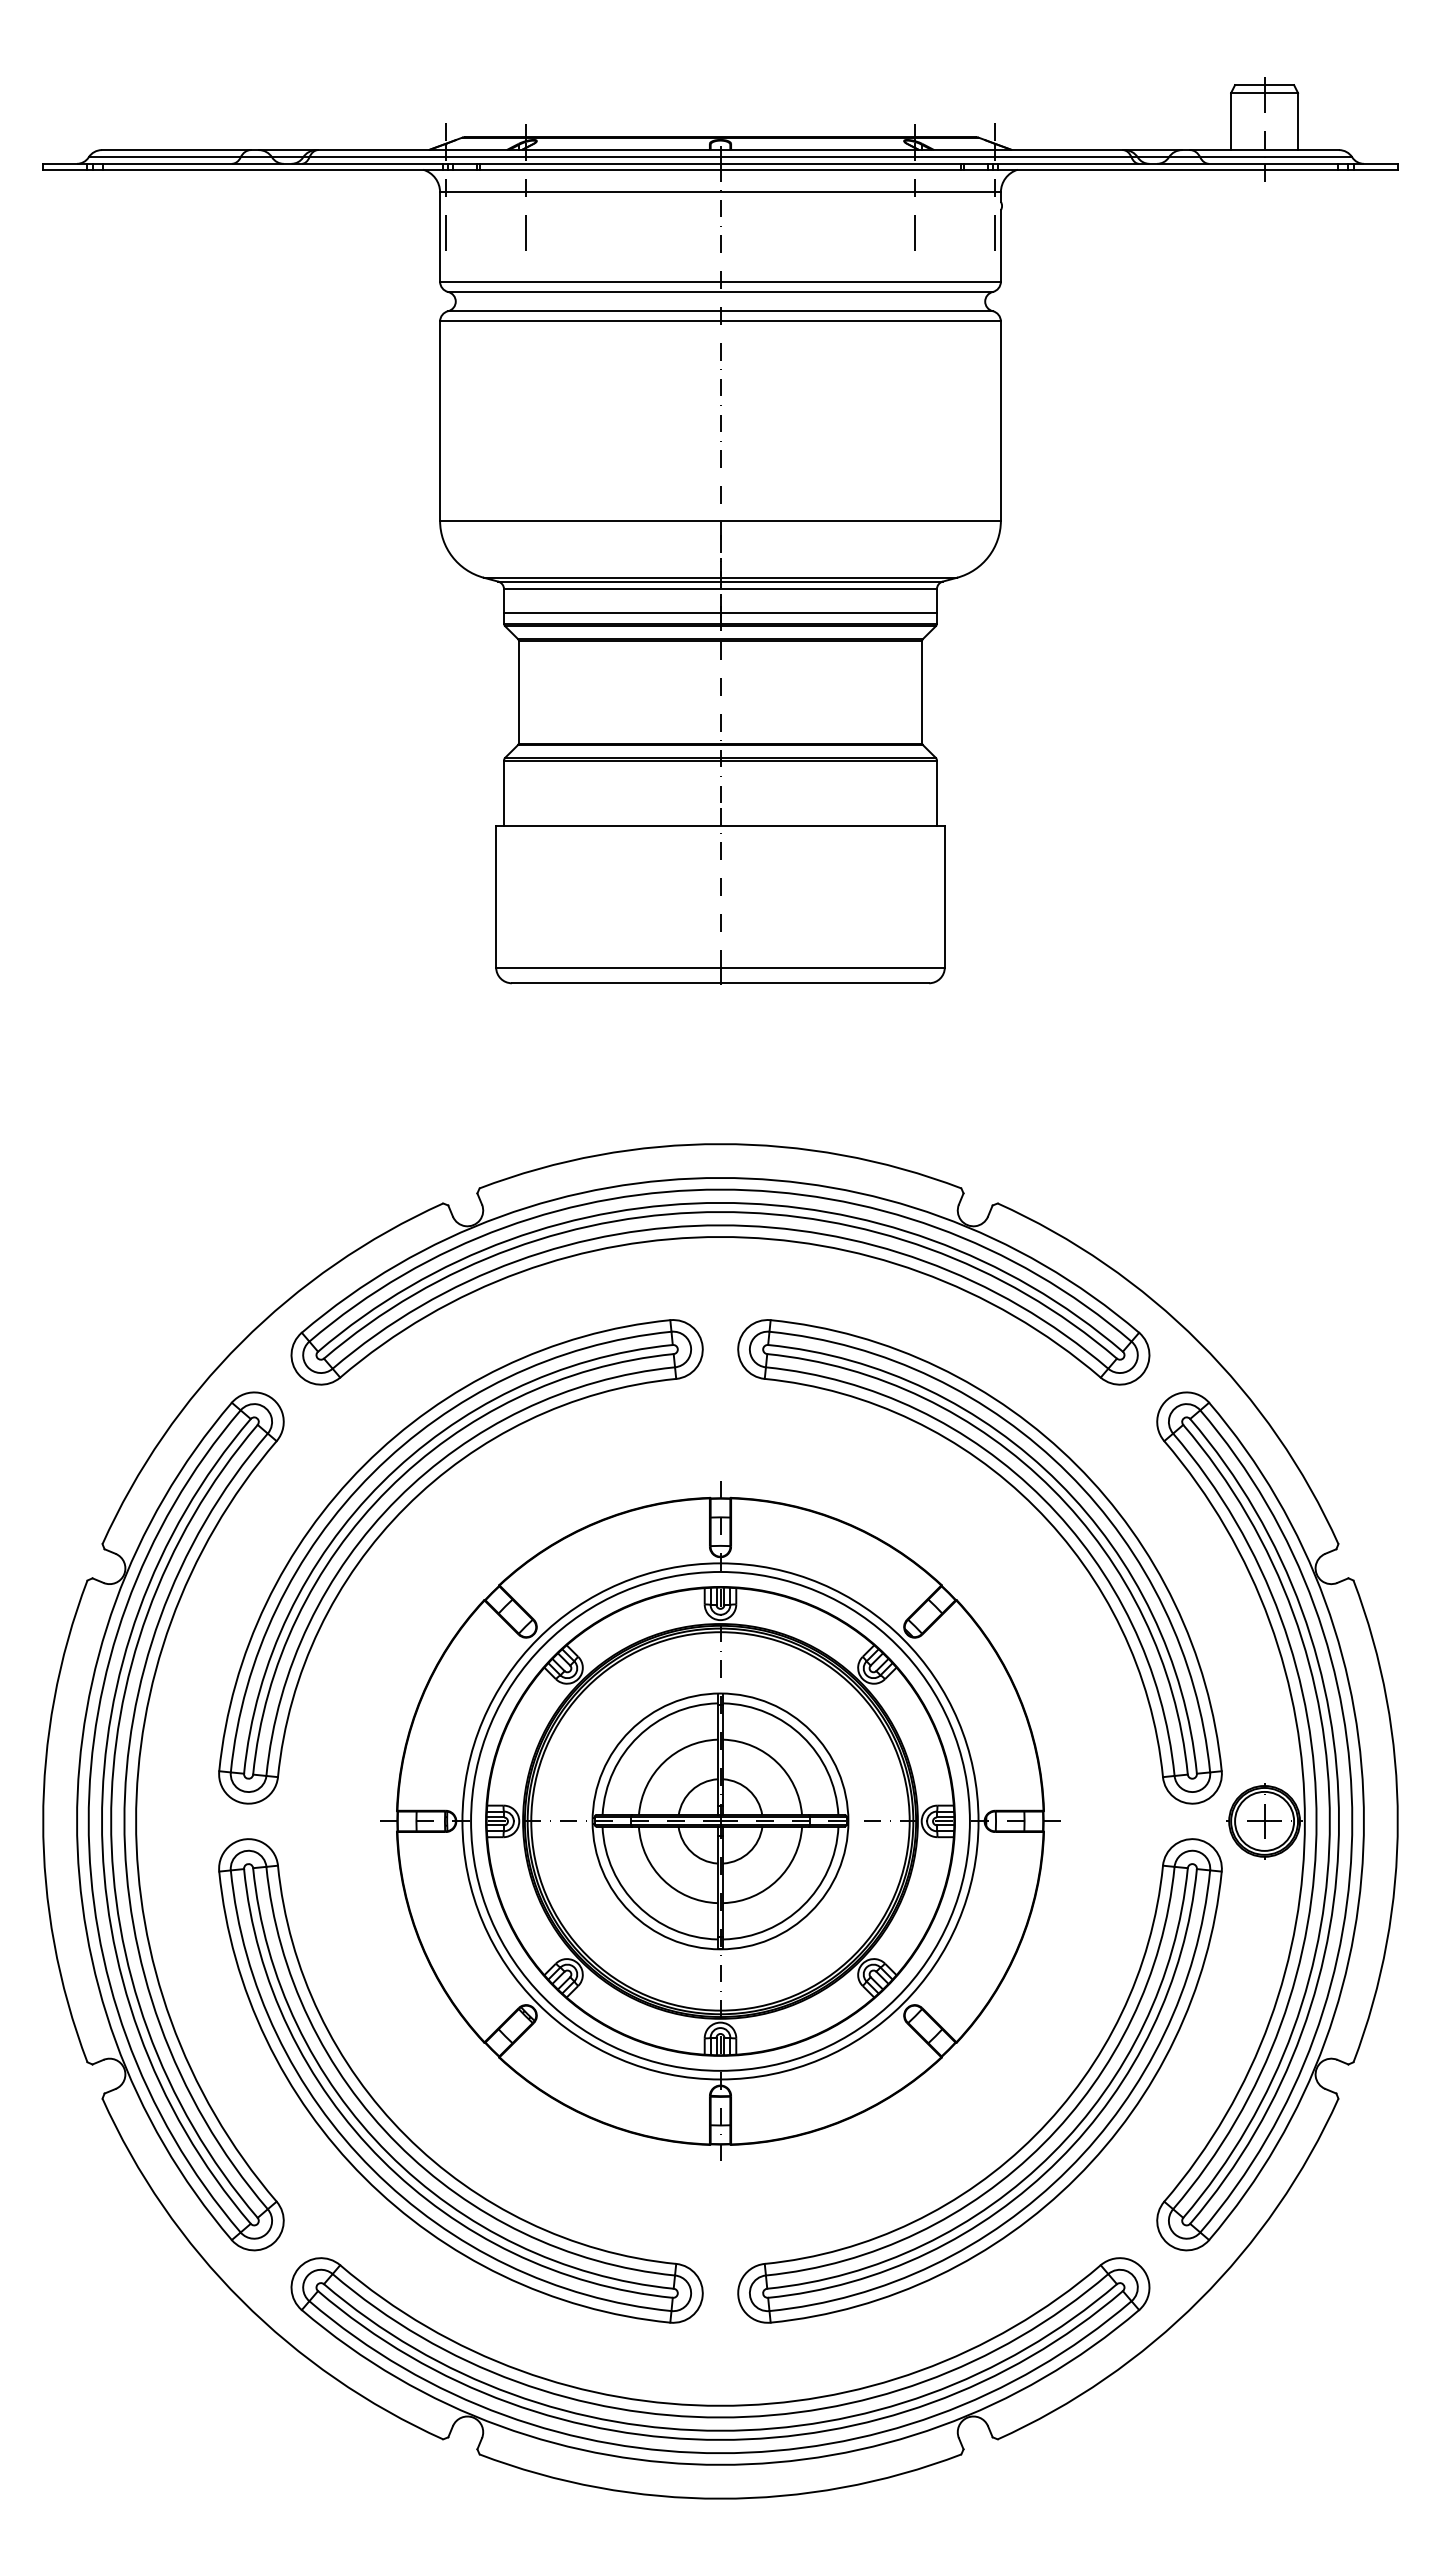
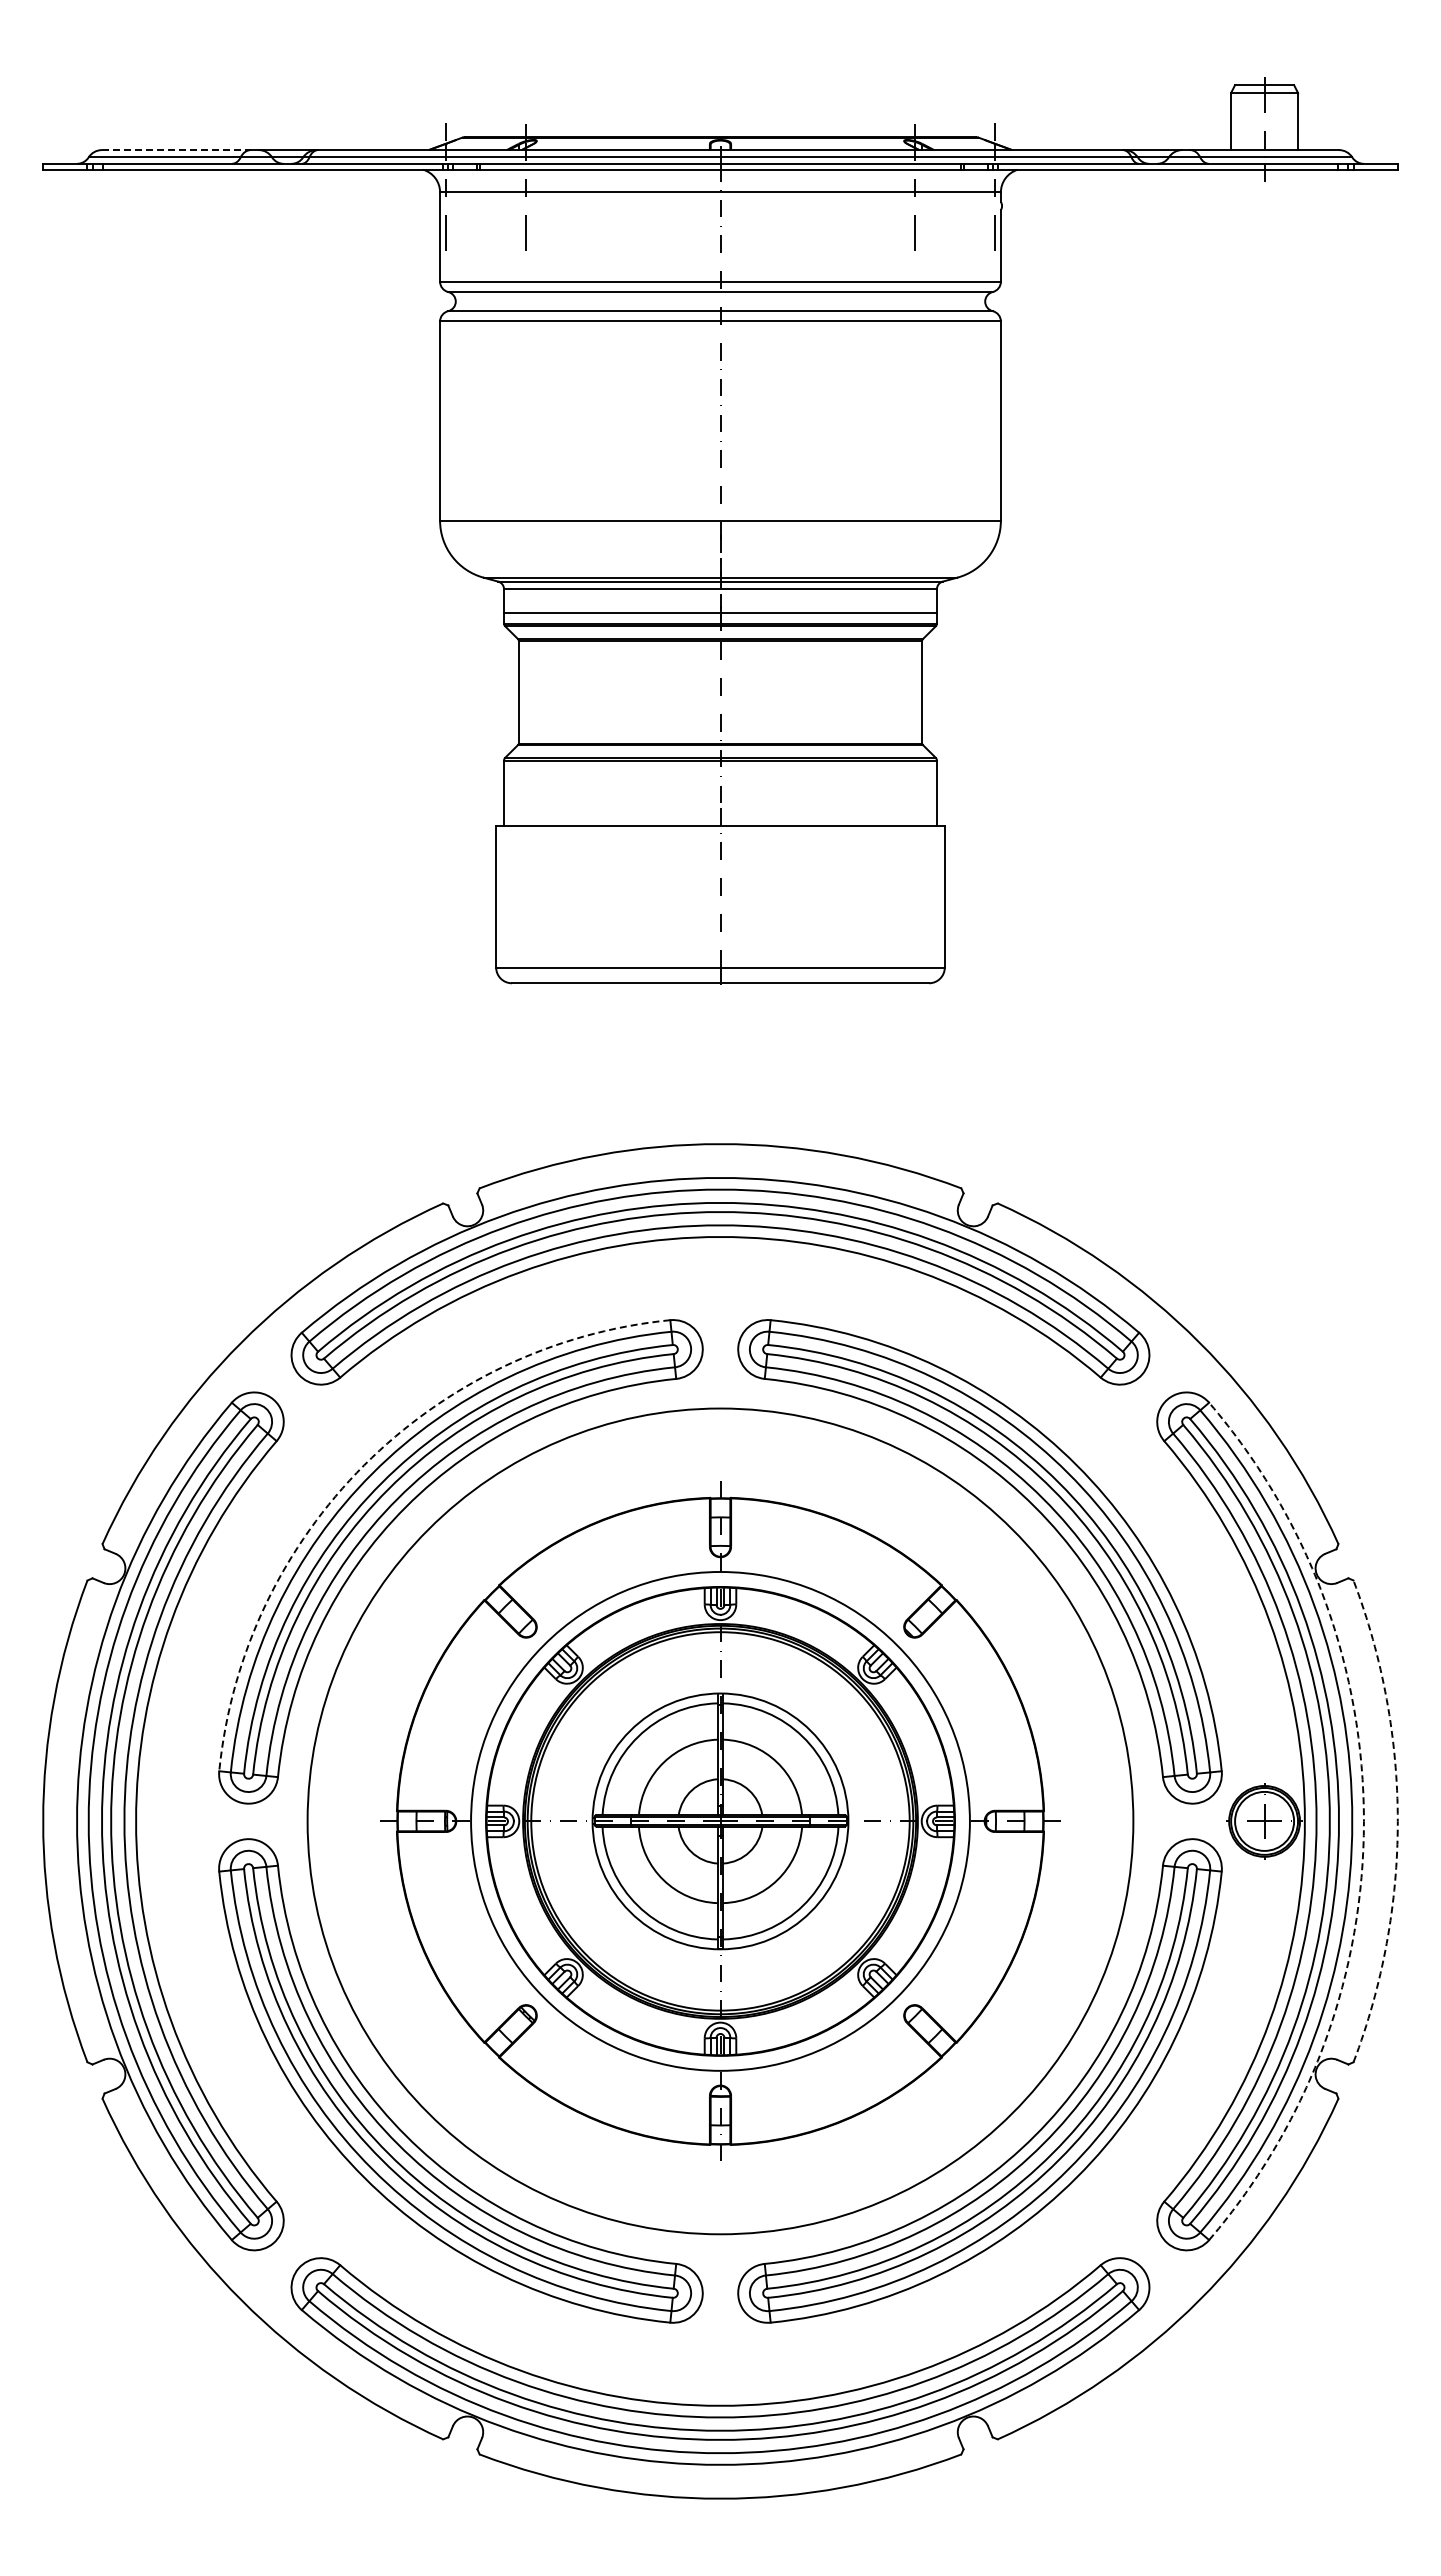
line at (176, 150): solid -> dashed
arc at (364, 1465): solid -> dashed
circle at (720, 1821) diameter: 516 px -> 826 px
arc at (1363, 1821): solid -> dashed
arc at (1397, 1821): solid -> dashed
